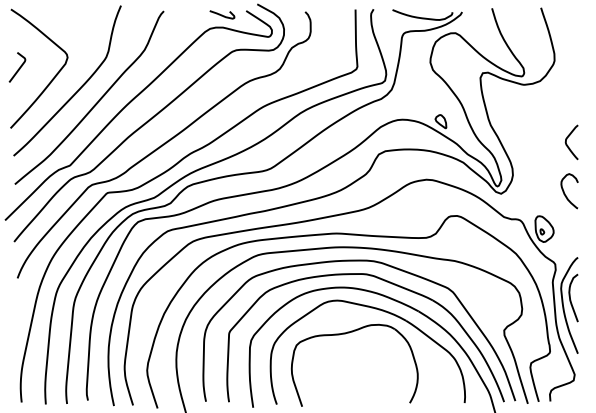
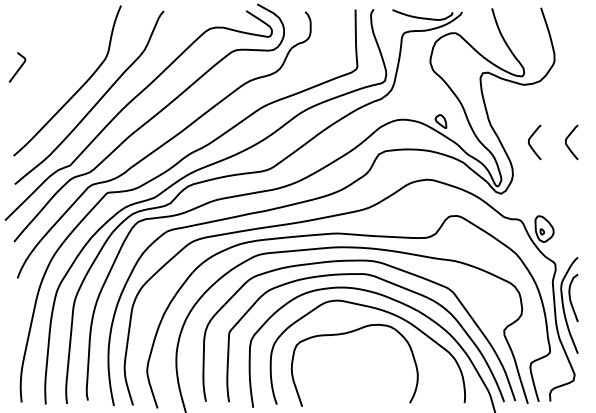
curve at (222, 14): present -> none
curve at (51, 79): present -> none
curve at (531, 145): none -> present
curve at (565, 193): present -> none
